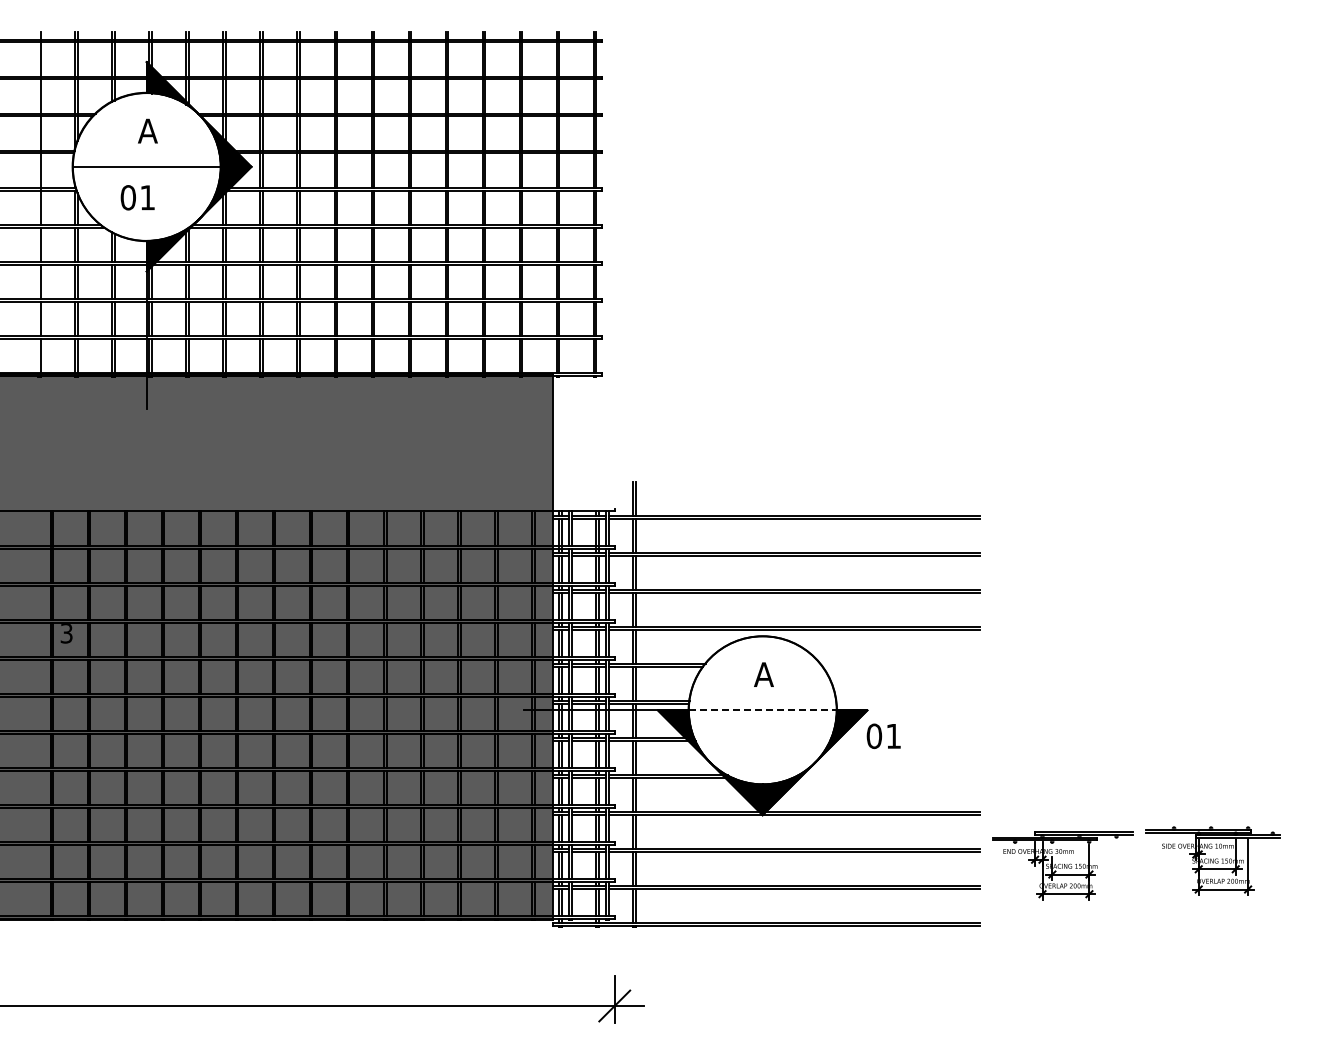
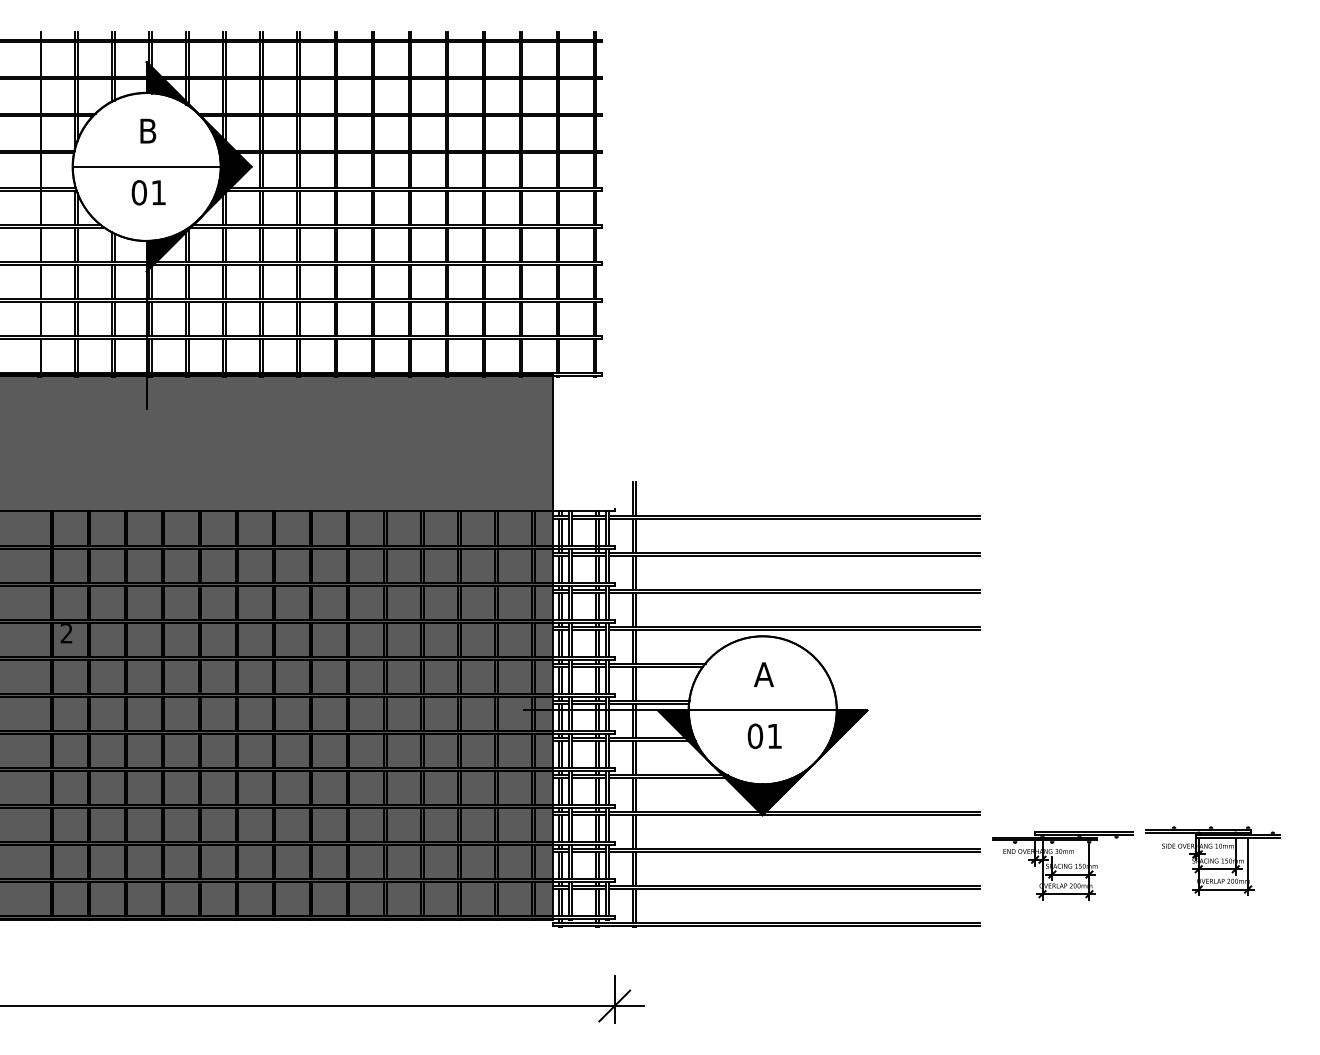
text at (147, 130): A -> B
text at (137, 197) position: (137, 197) -> (148, 192)
text at (66, 633): 3 -> 2
line at (763, 710): dashed -> solid
text at (883, 736) position: (883, 736) -> (764, 736)
